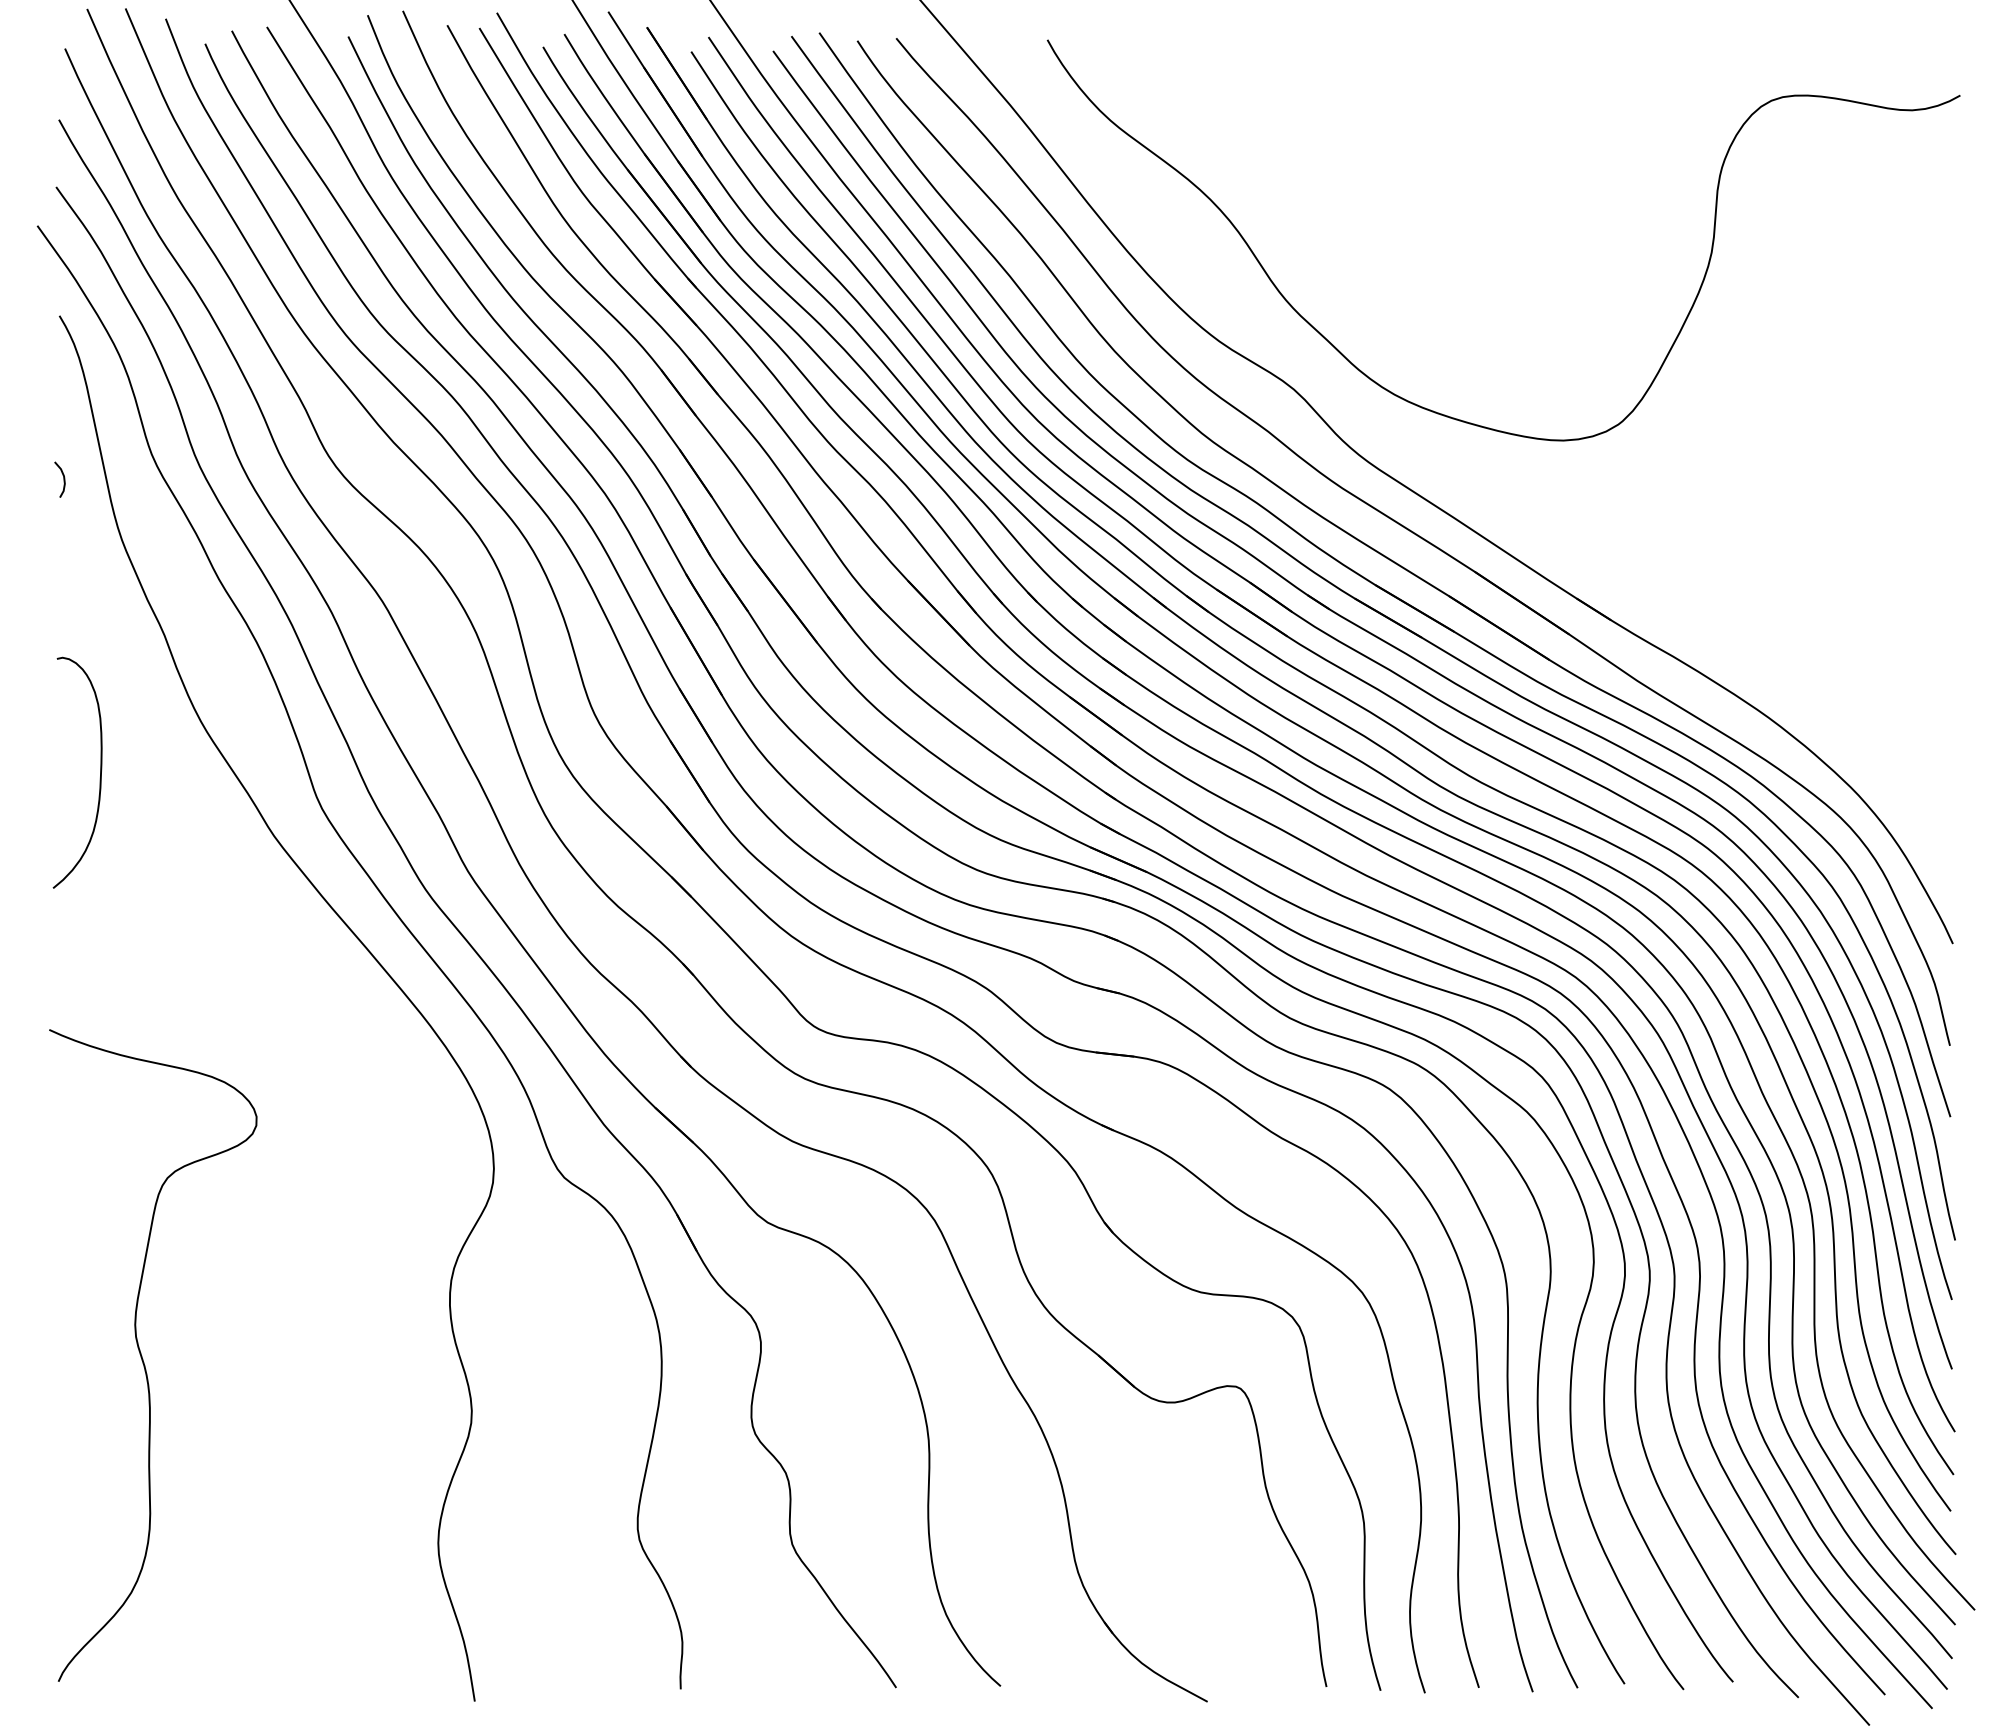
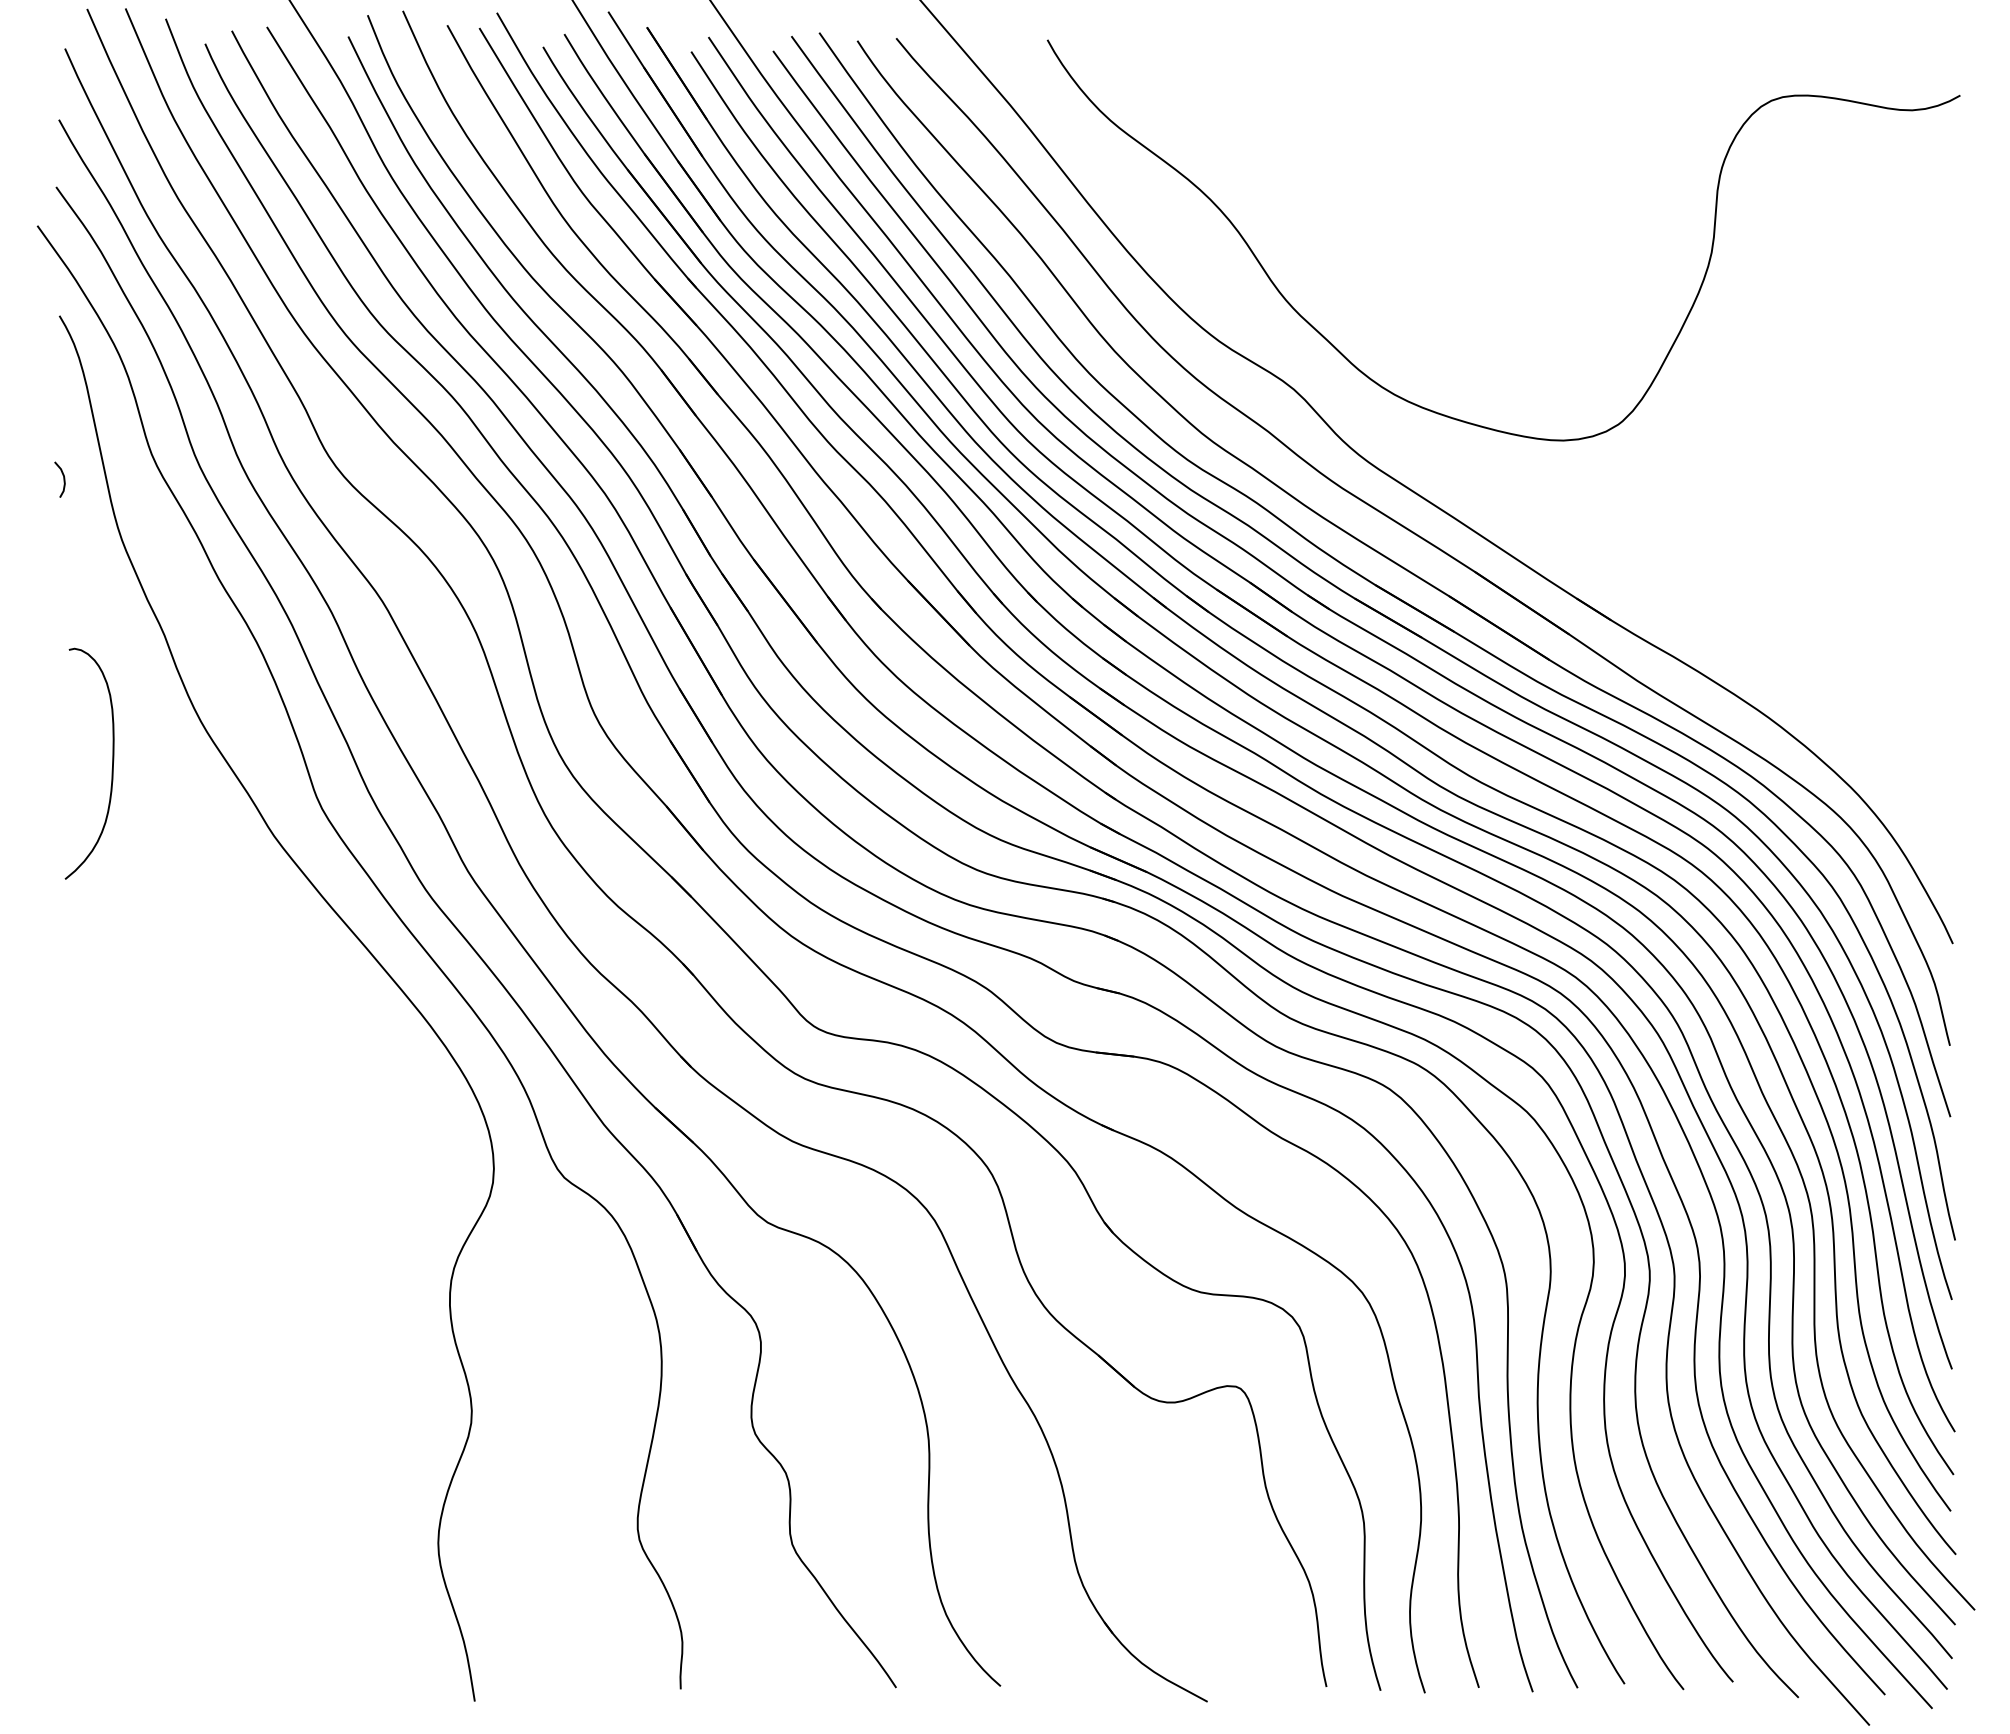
curve at (99, 778) position: (99, 778) -> (111, 769)
curve at (143, 1359): present -> none
